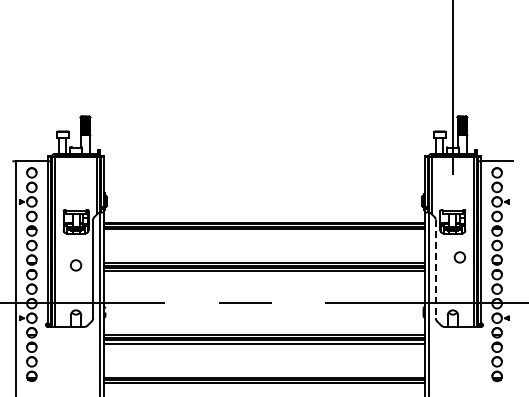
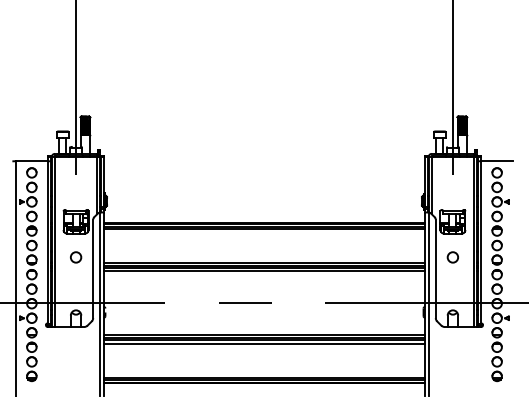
line at (76, 88): none -> present
circle at (459, 257) position: (459, 257) -> (452, 257)
circle at (76, 265) position: (76, 265) -> (76, 257)
line at (435, 269): dashed -> solid
